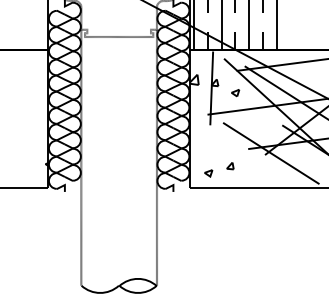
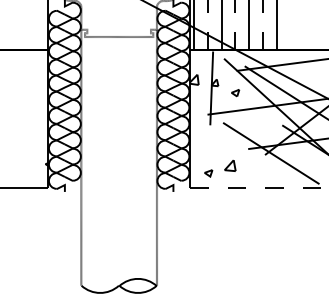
part at (230, 166) size: 9x9 px -> 13x13 px
line at (259, 187): solid -> dashed
